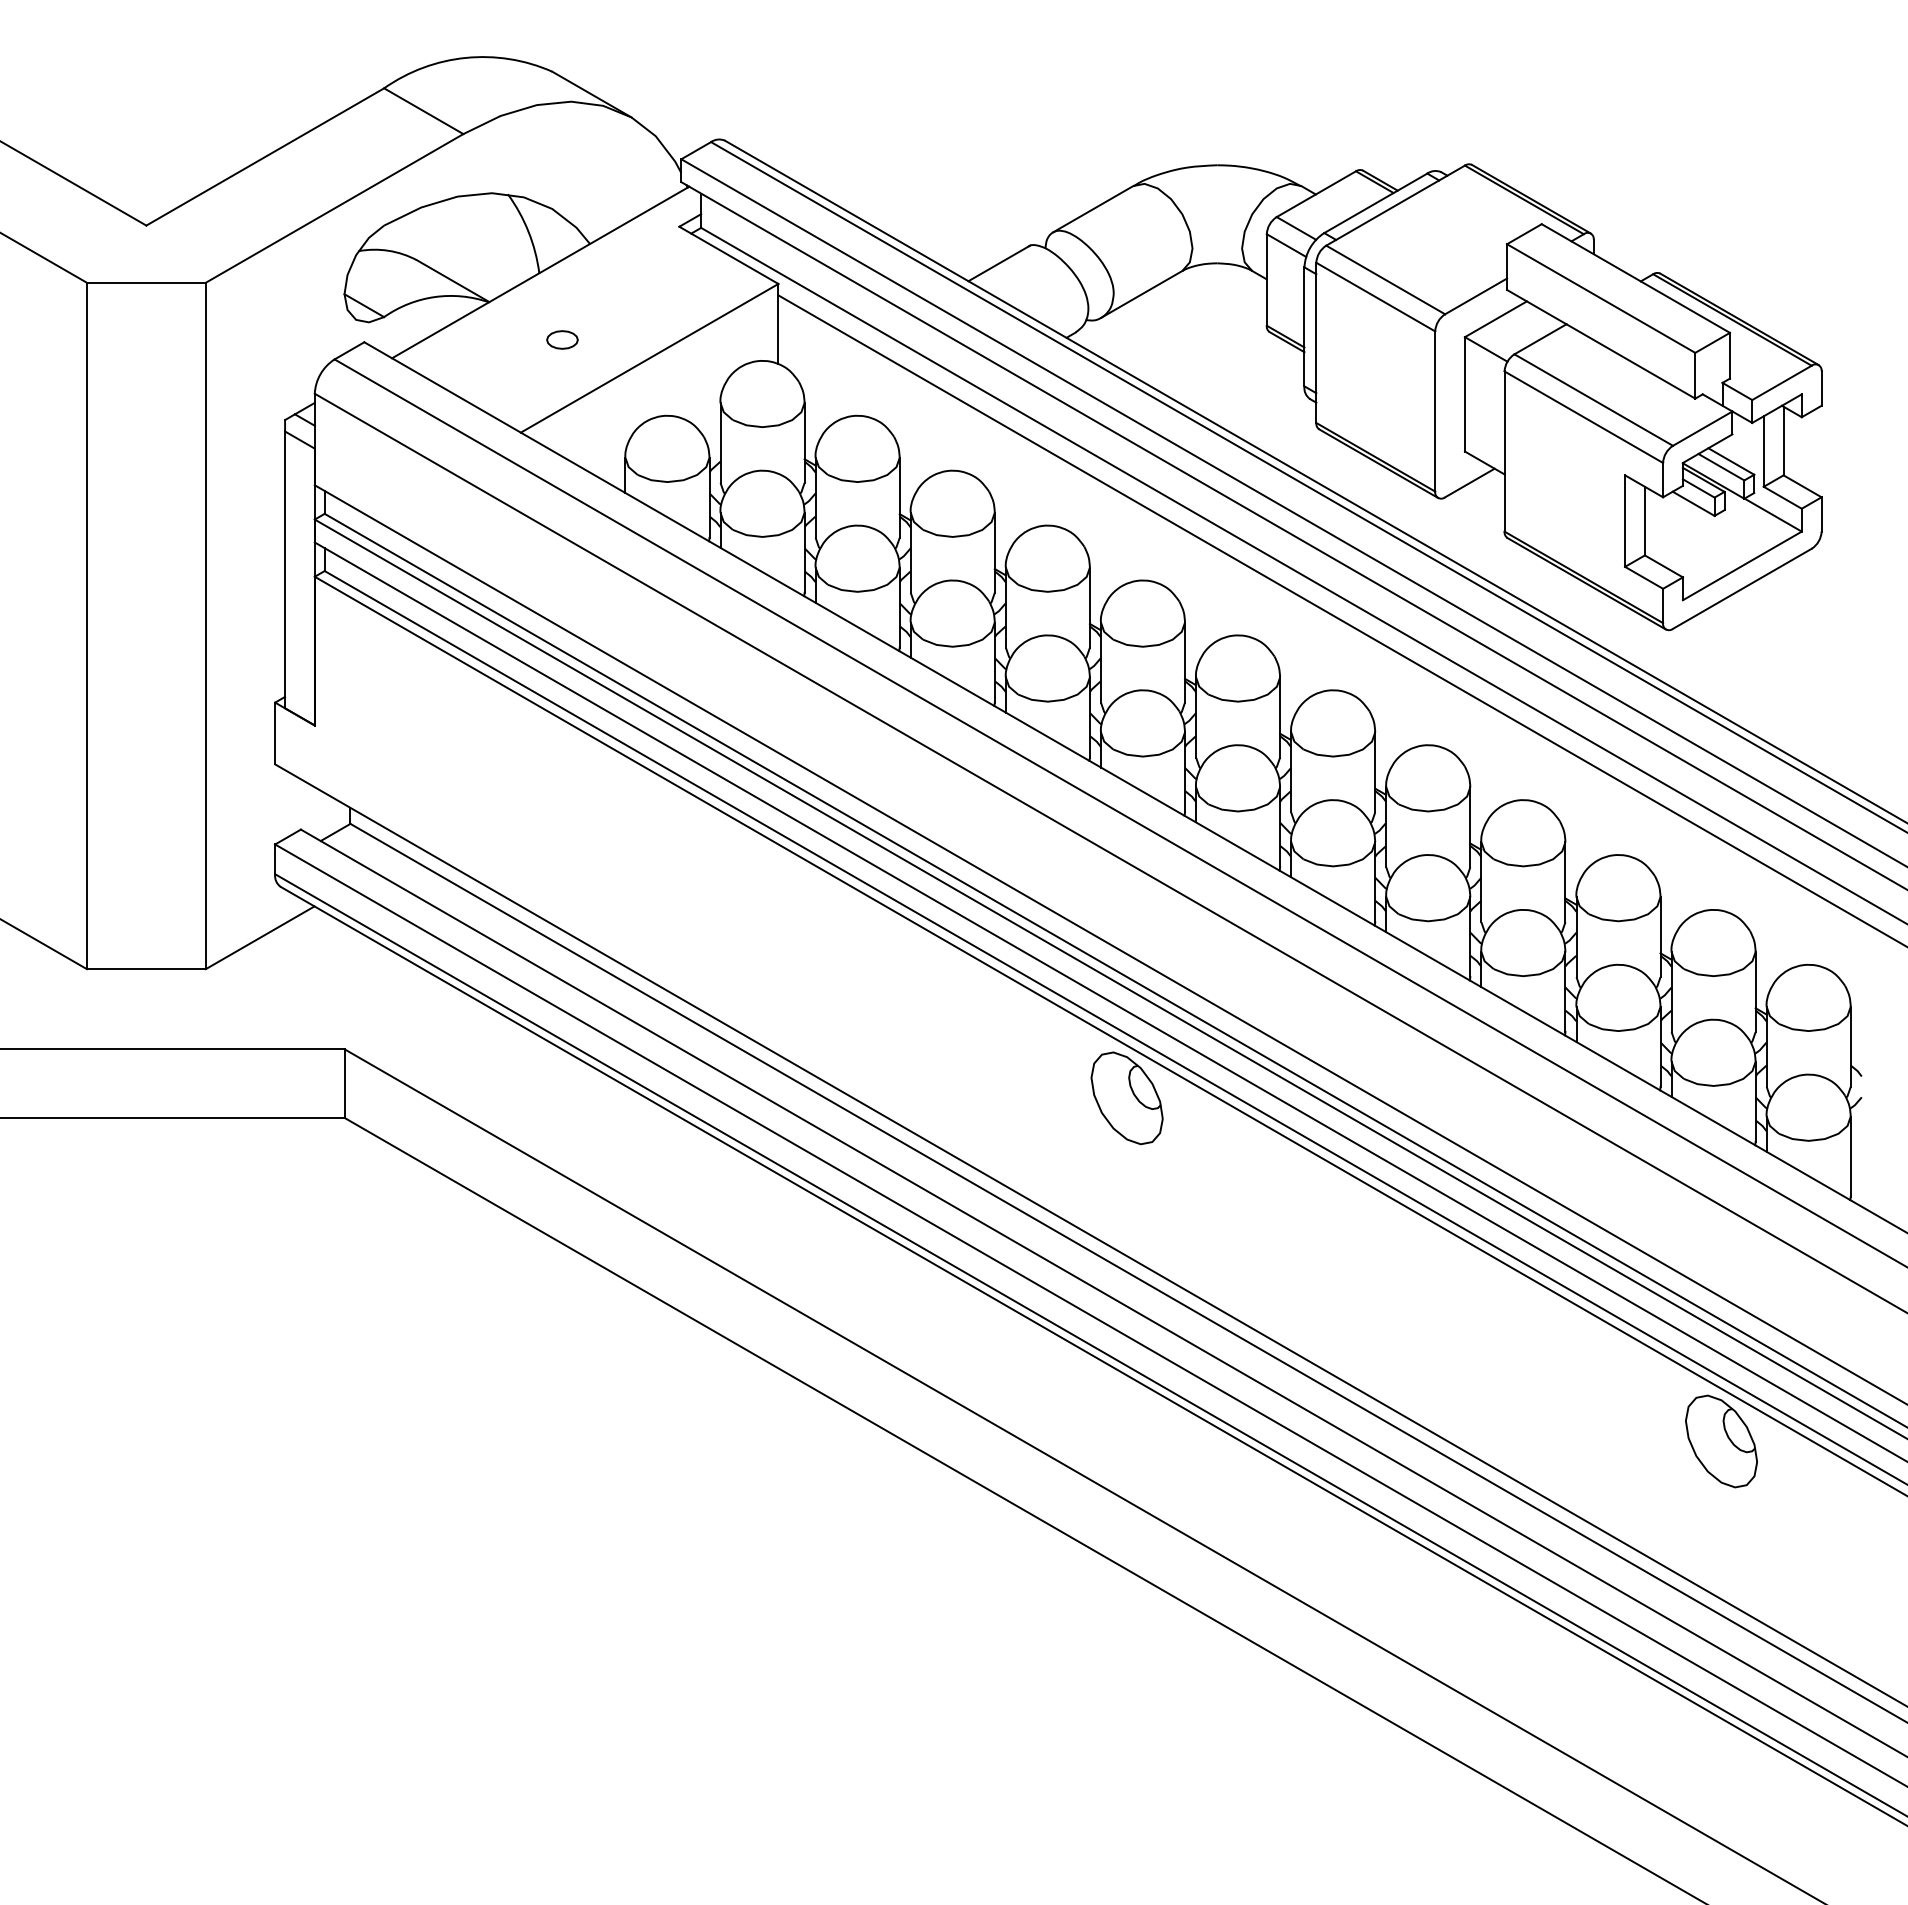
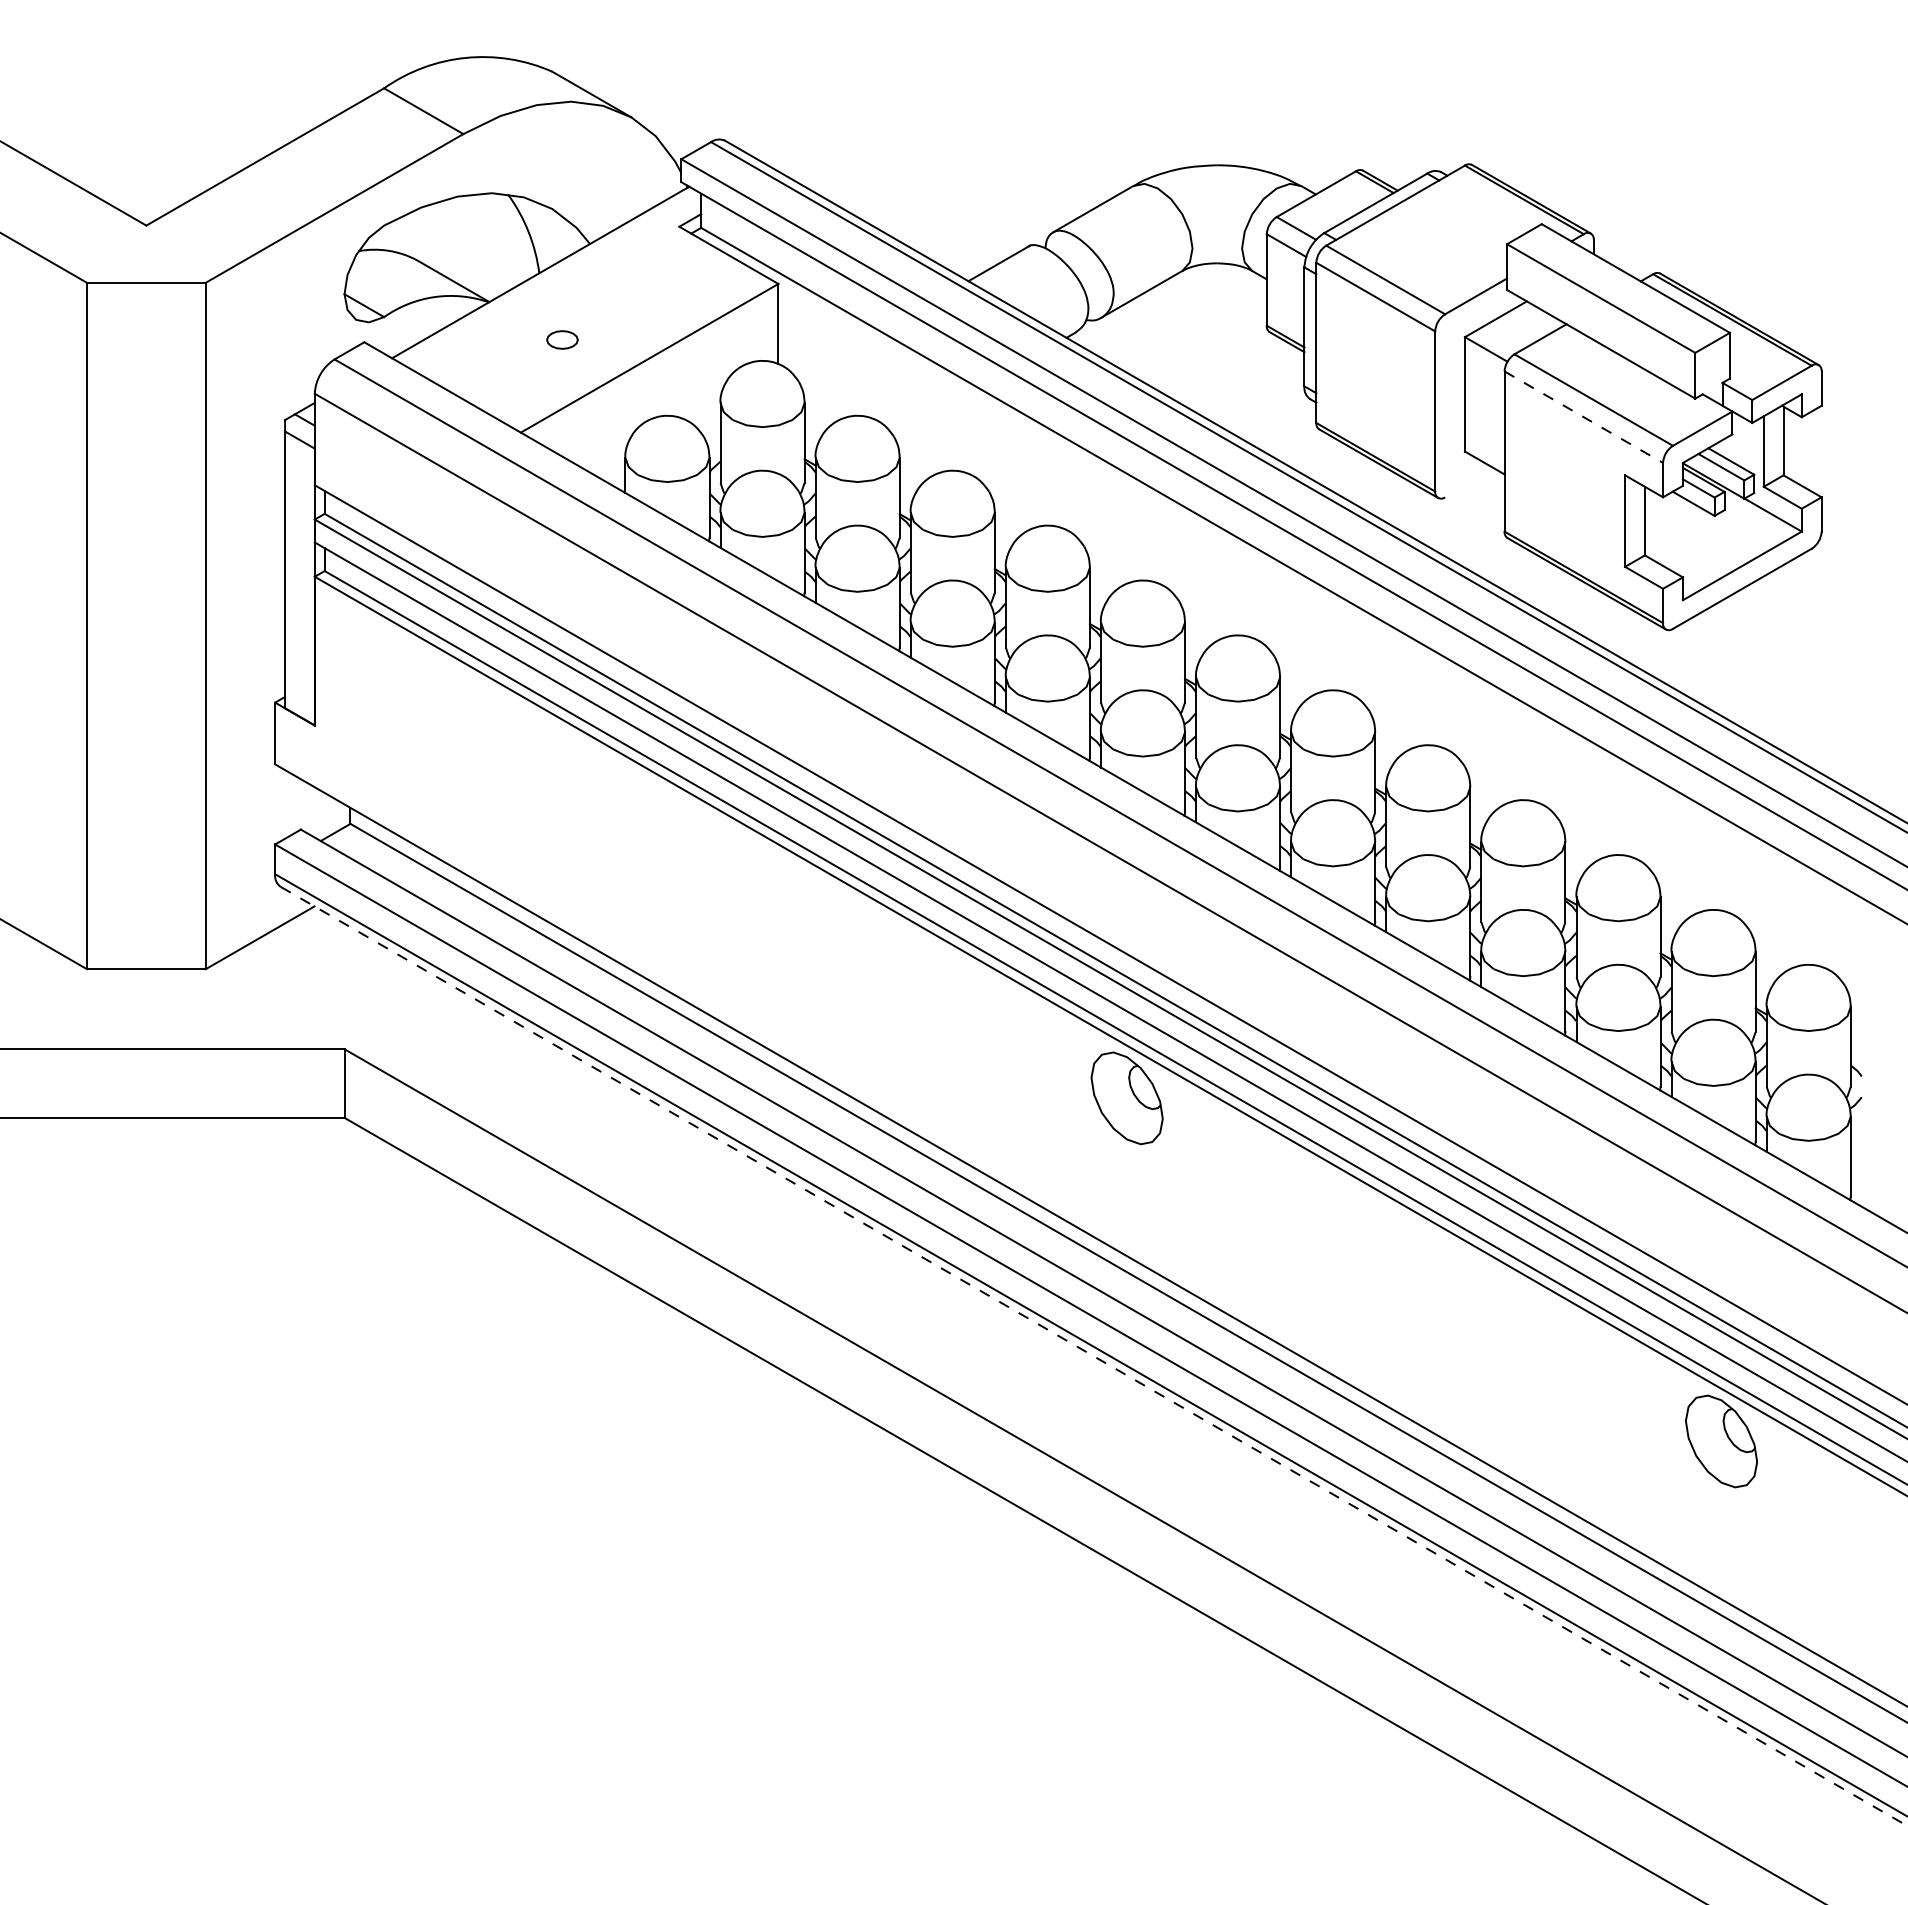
line at (1583, 417): solid -> dashed
line at (1469, 482): present -> none
line at (1341, 620): present -> none
line at (1094, 1356): solid -> dashed
